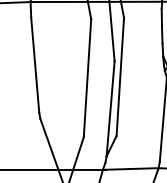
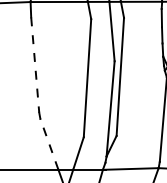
line at (35, 65): solid -> dashed
line at (49, 144): solid -> dashed
